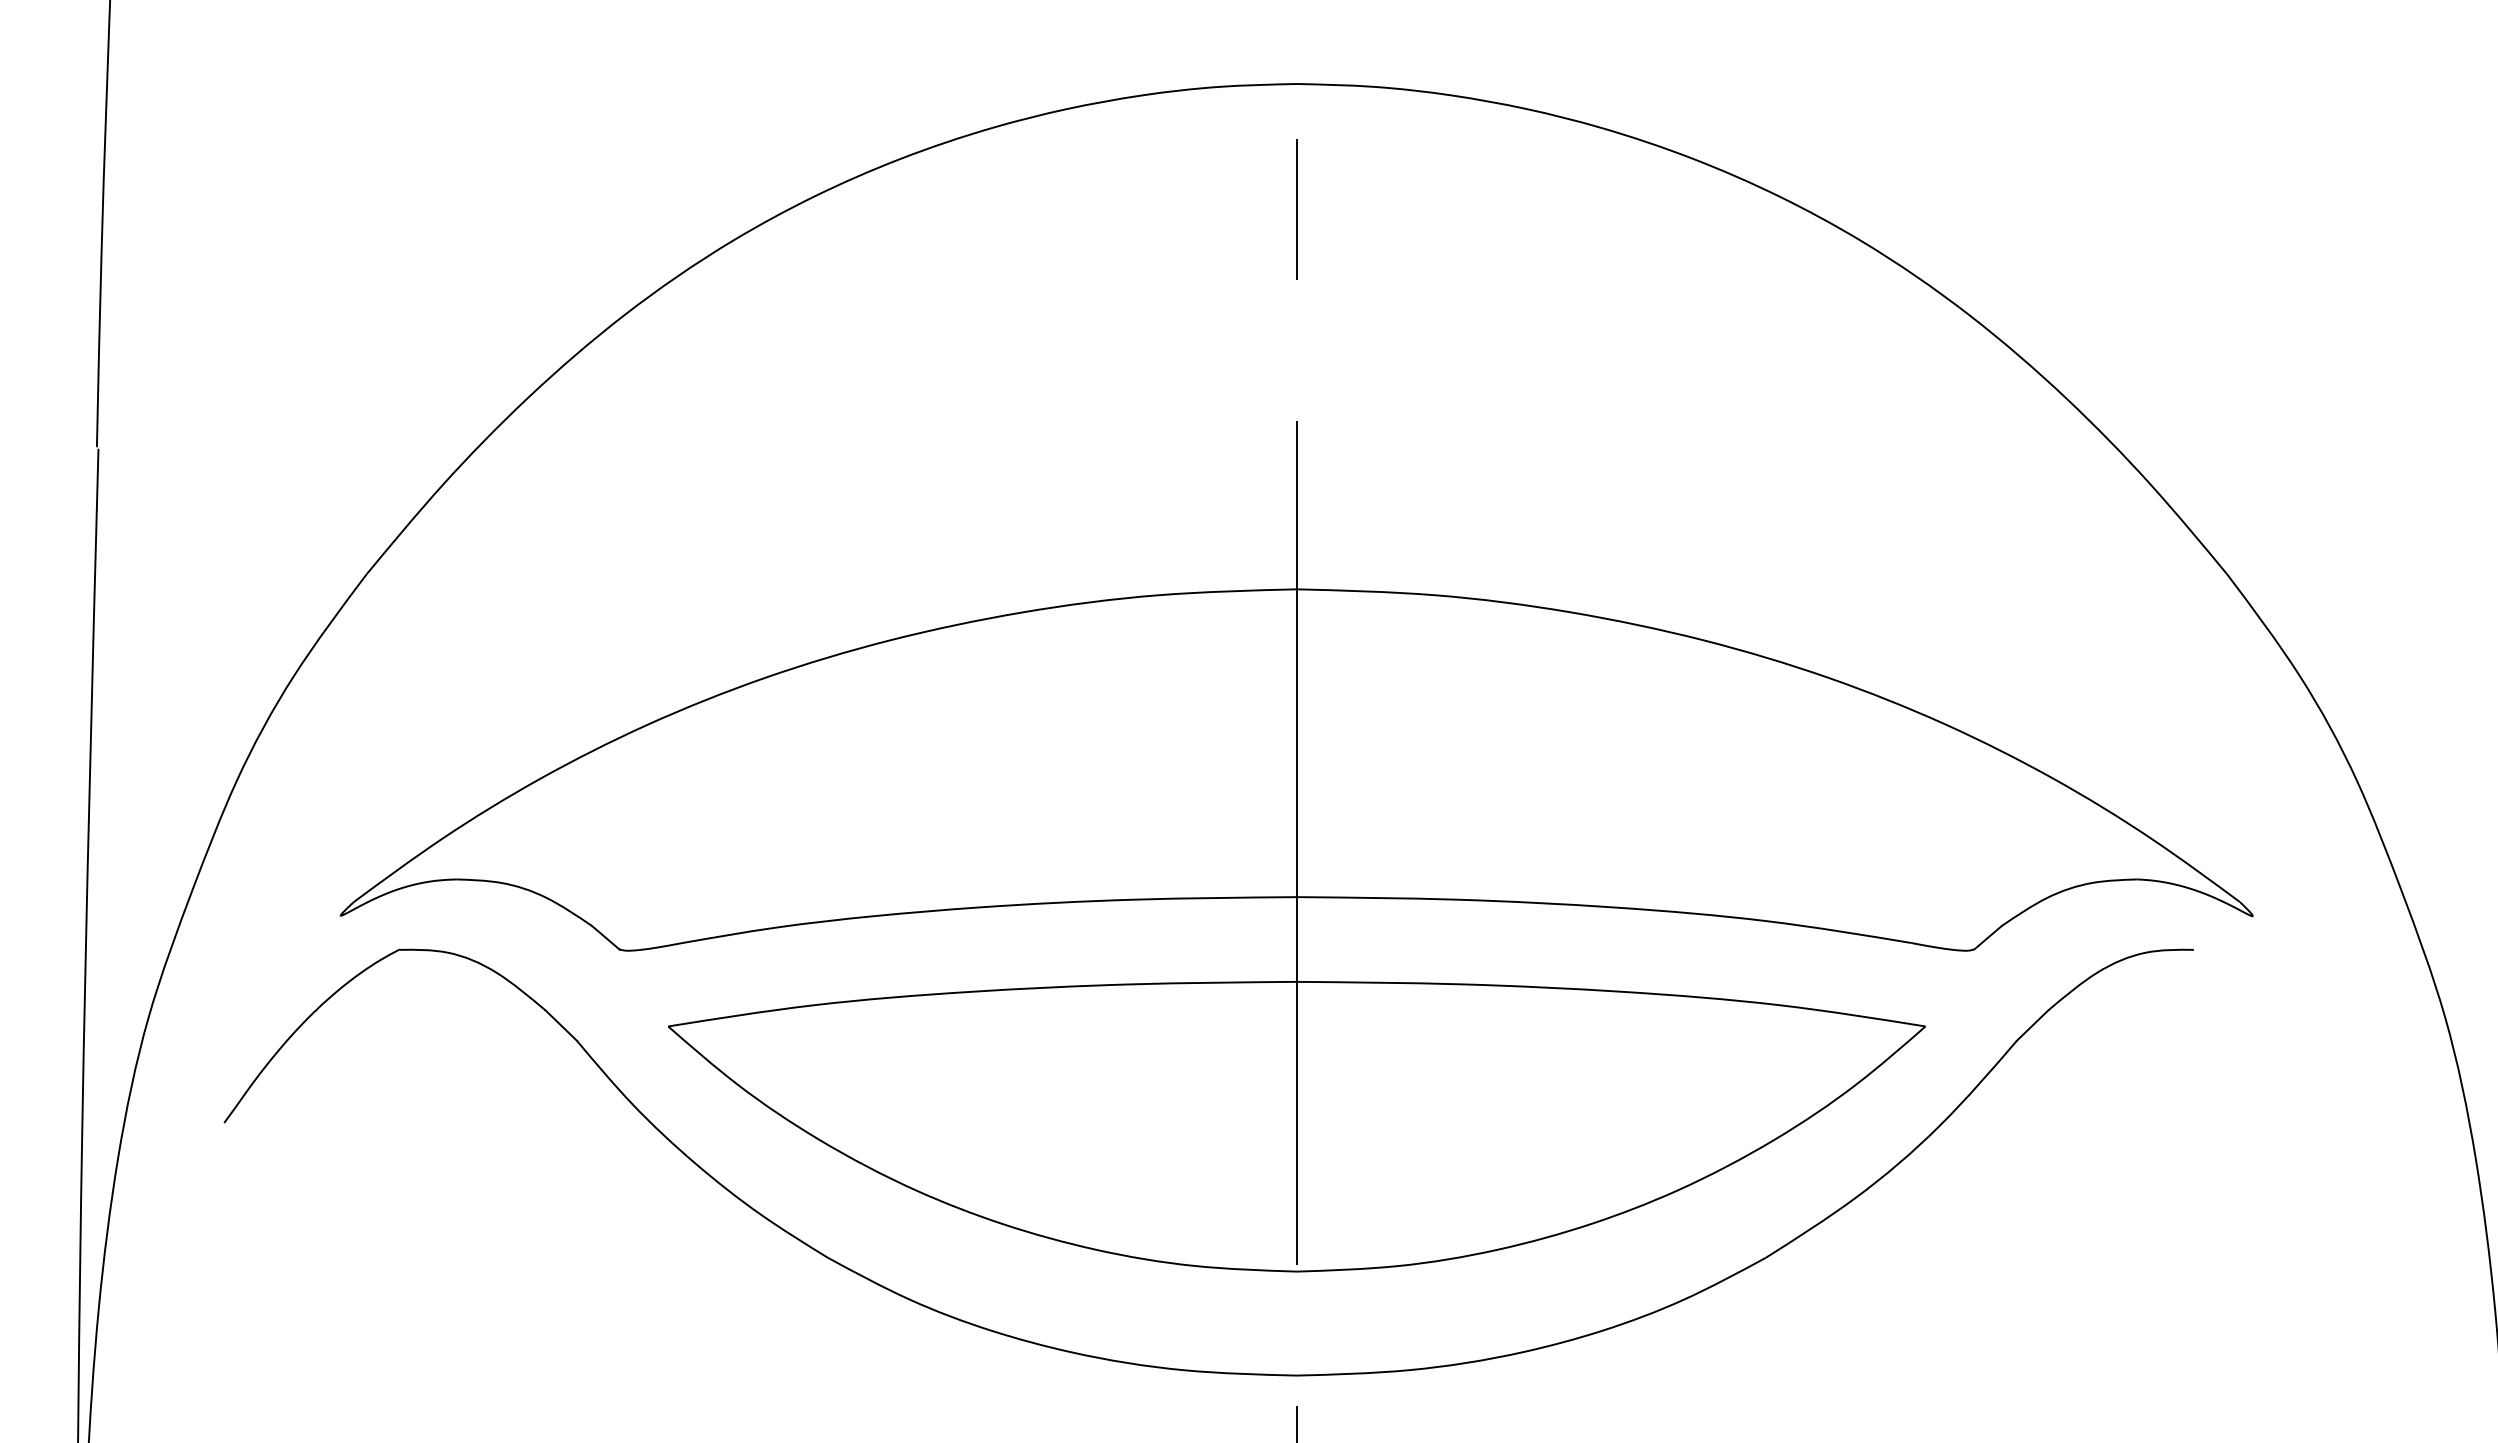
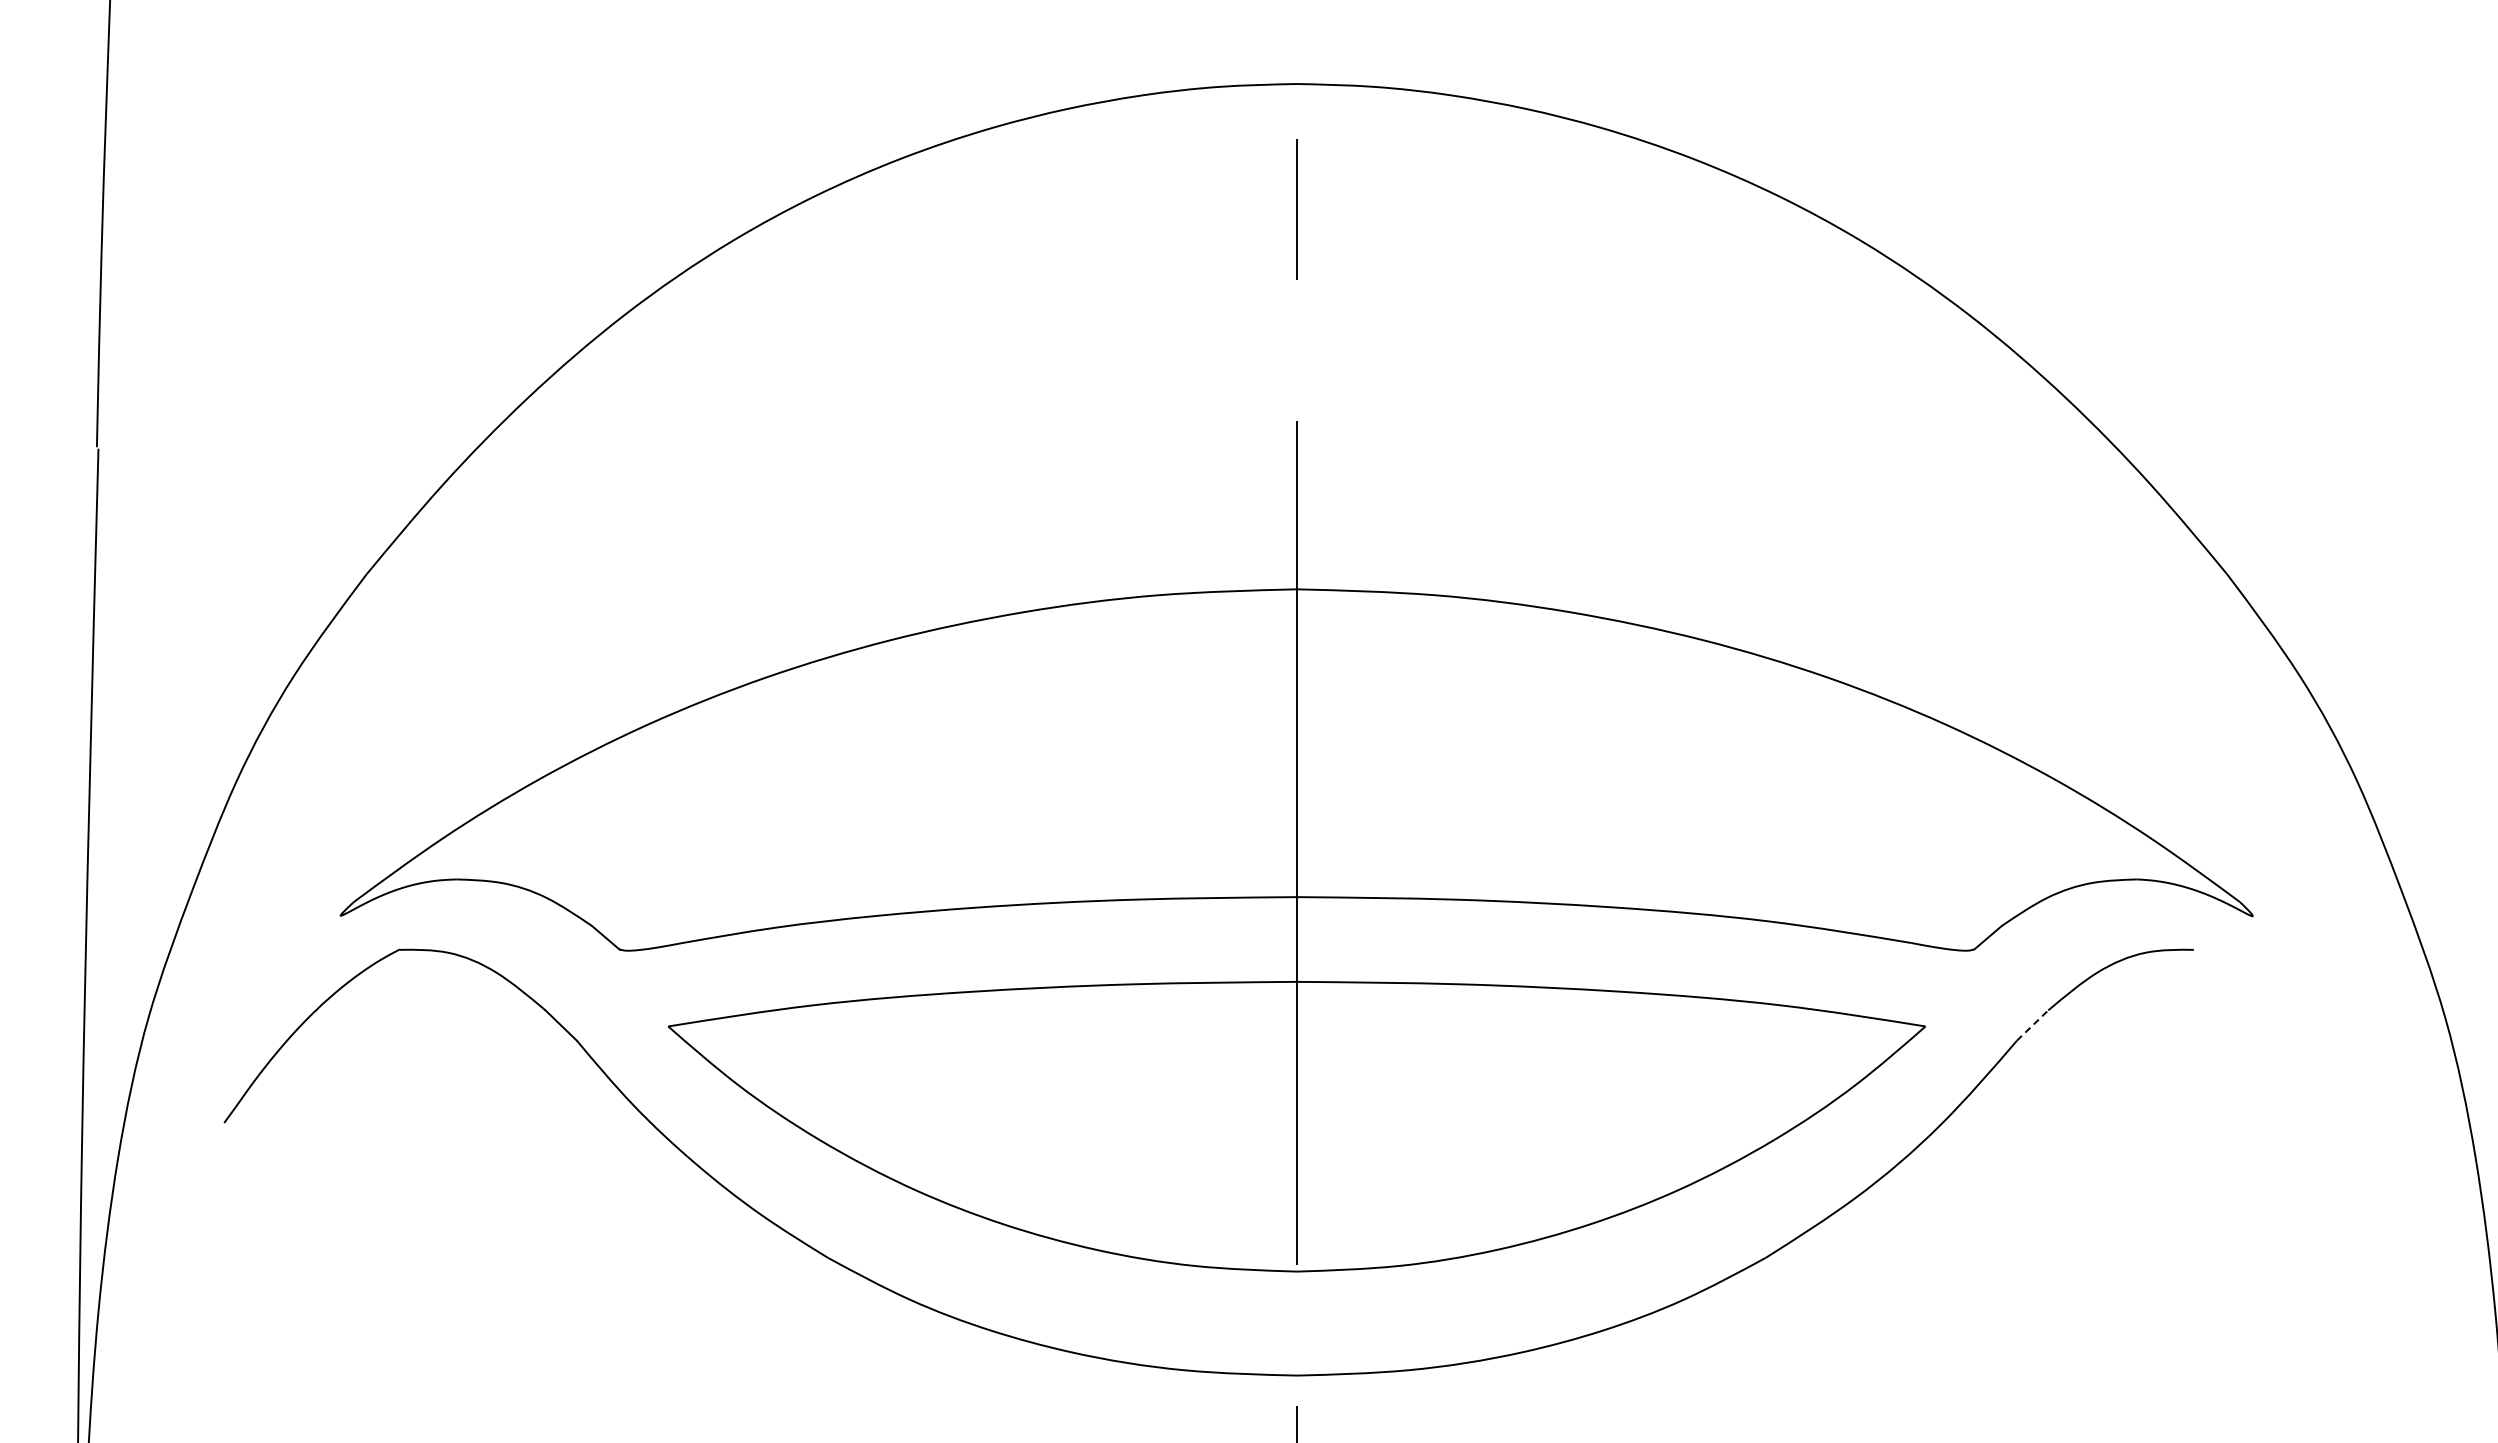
line at (2032, 1025): solid -> dashed
